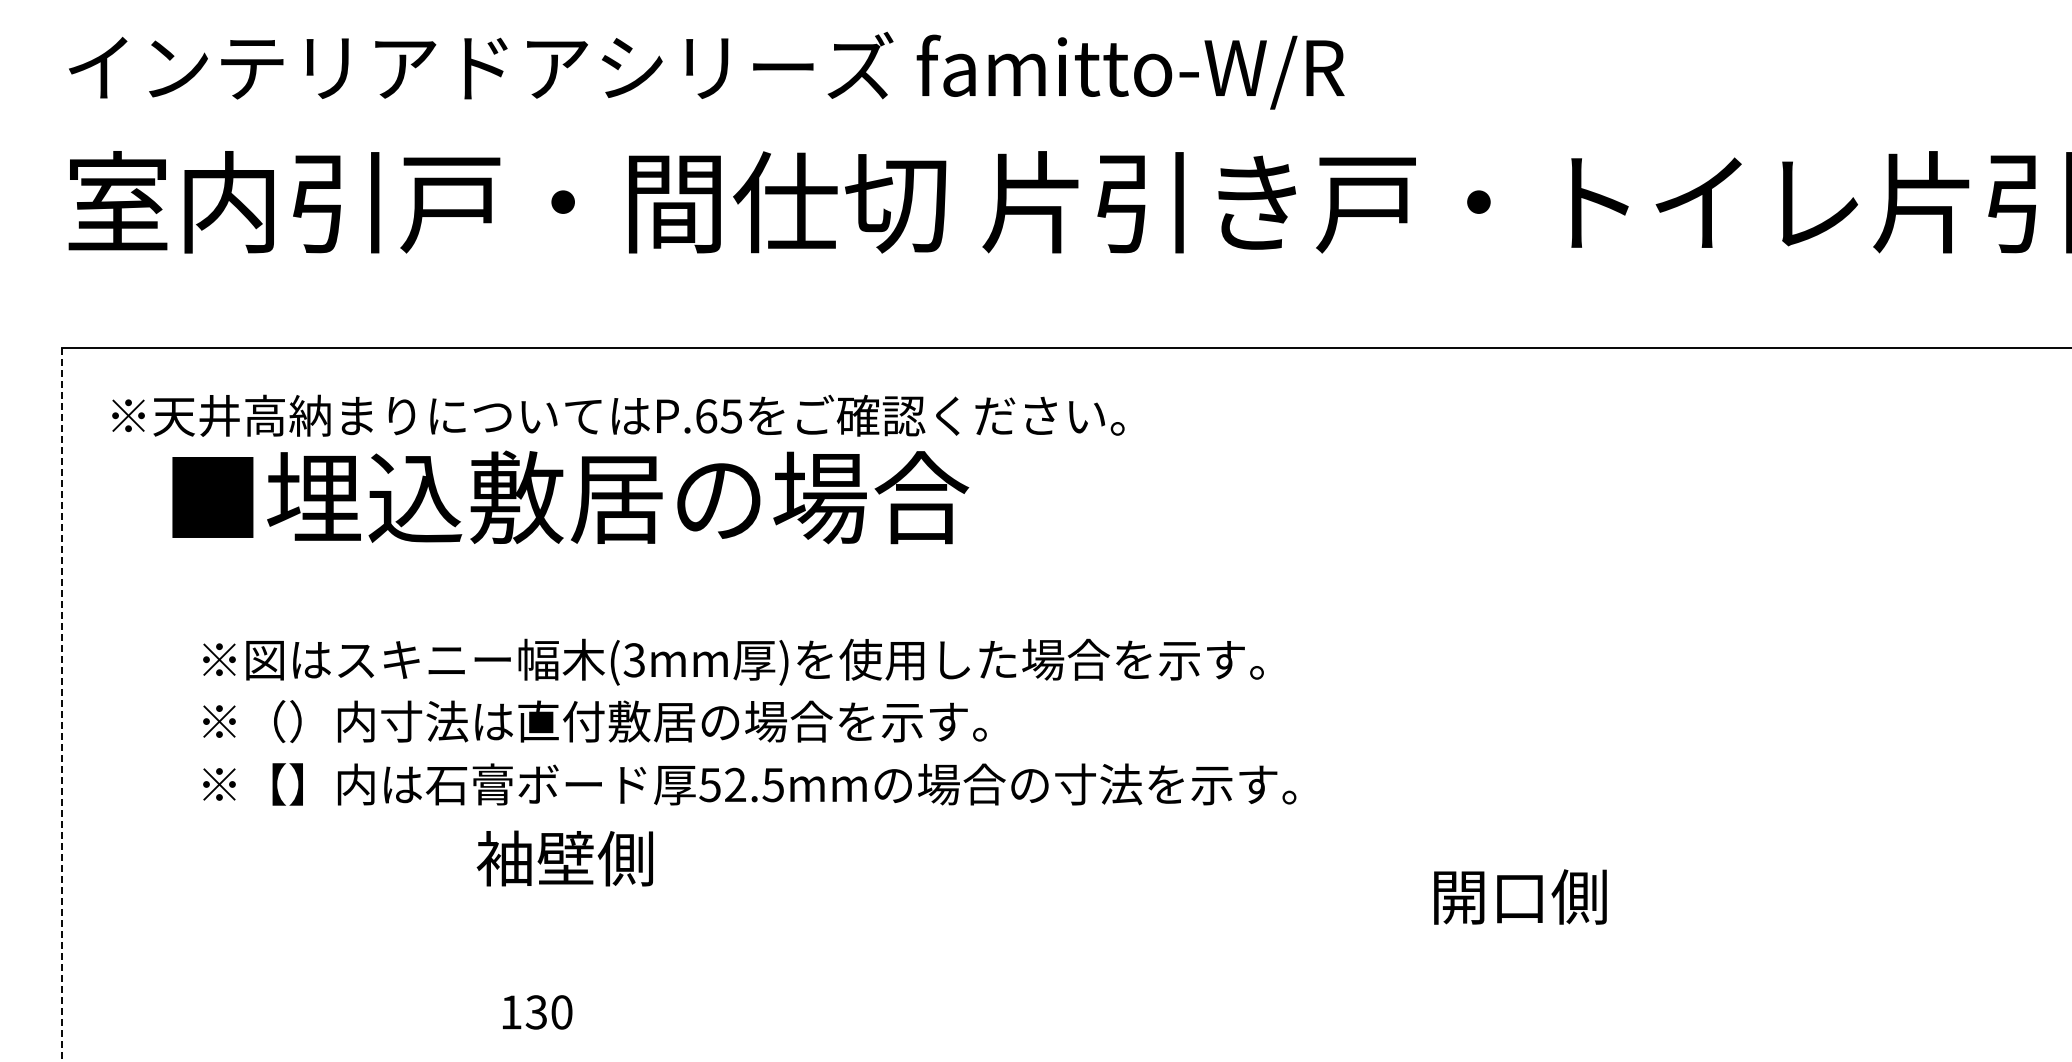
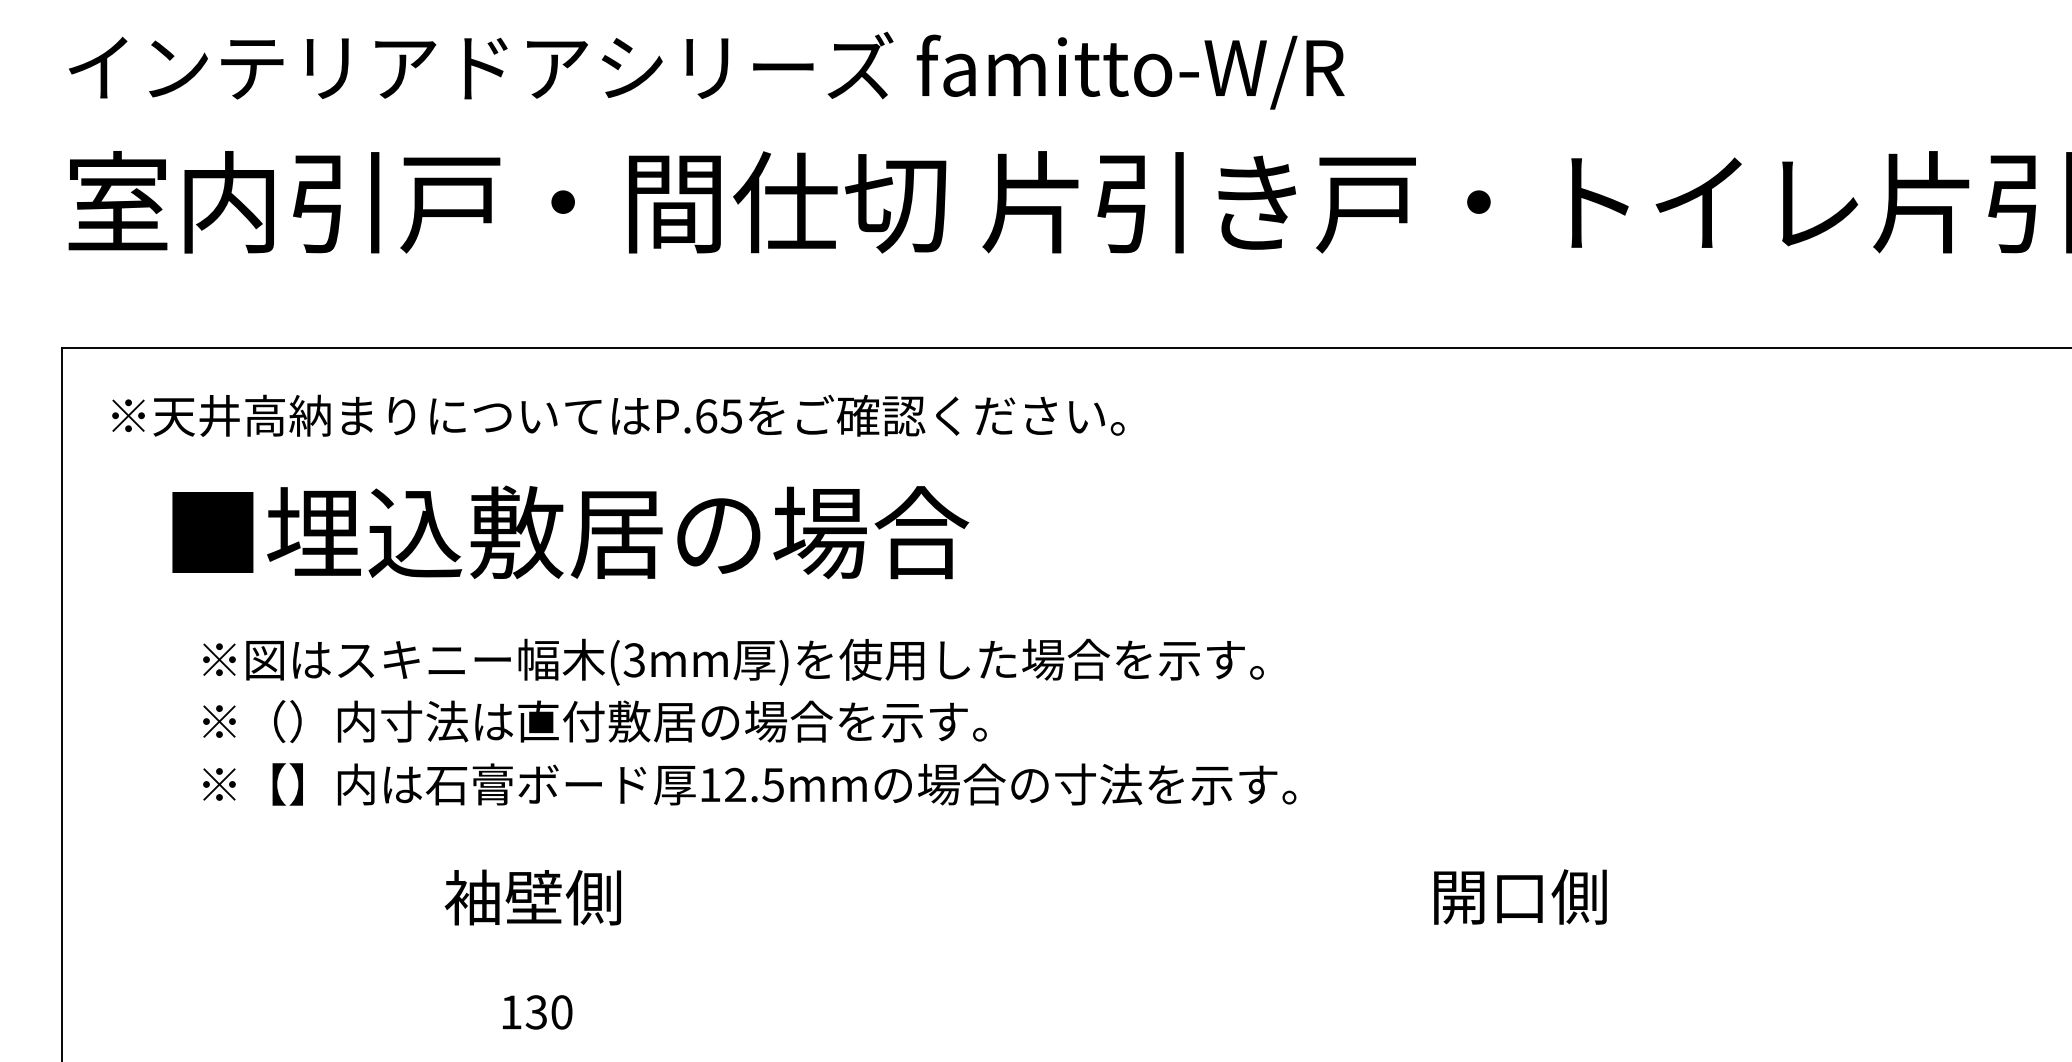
text at (570, 497) position: (570, 497) -> (570, 532)
line at (62, 705): dashed -> solid
text at (709, 785): 52.5mm -> 12.5mm
text at (564, 858) position: (564, 858) -> (532, 897)
